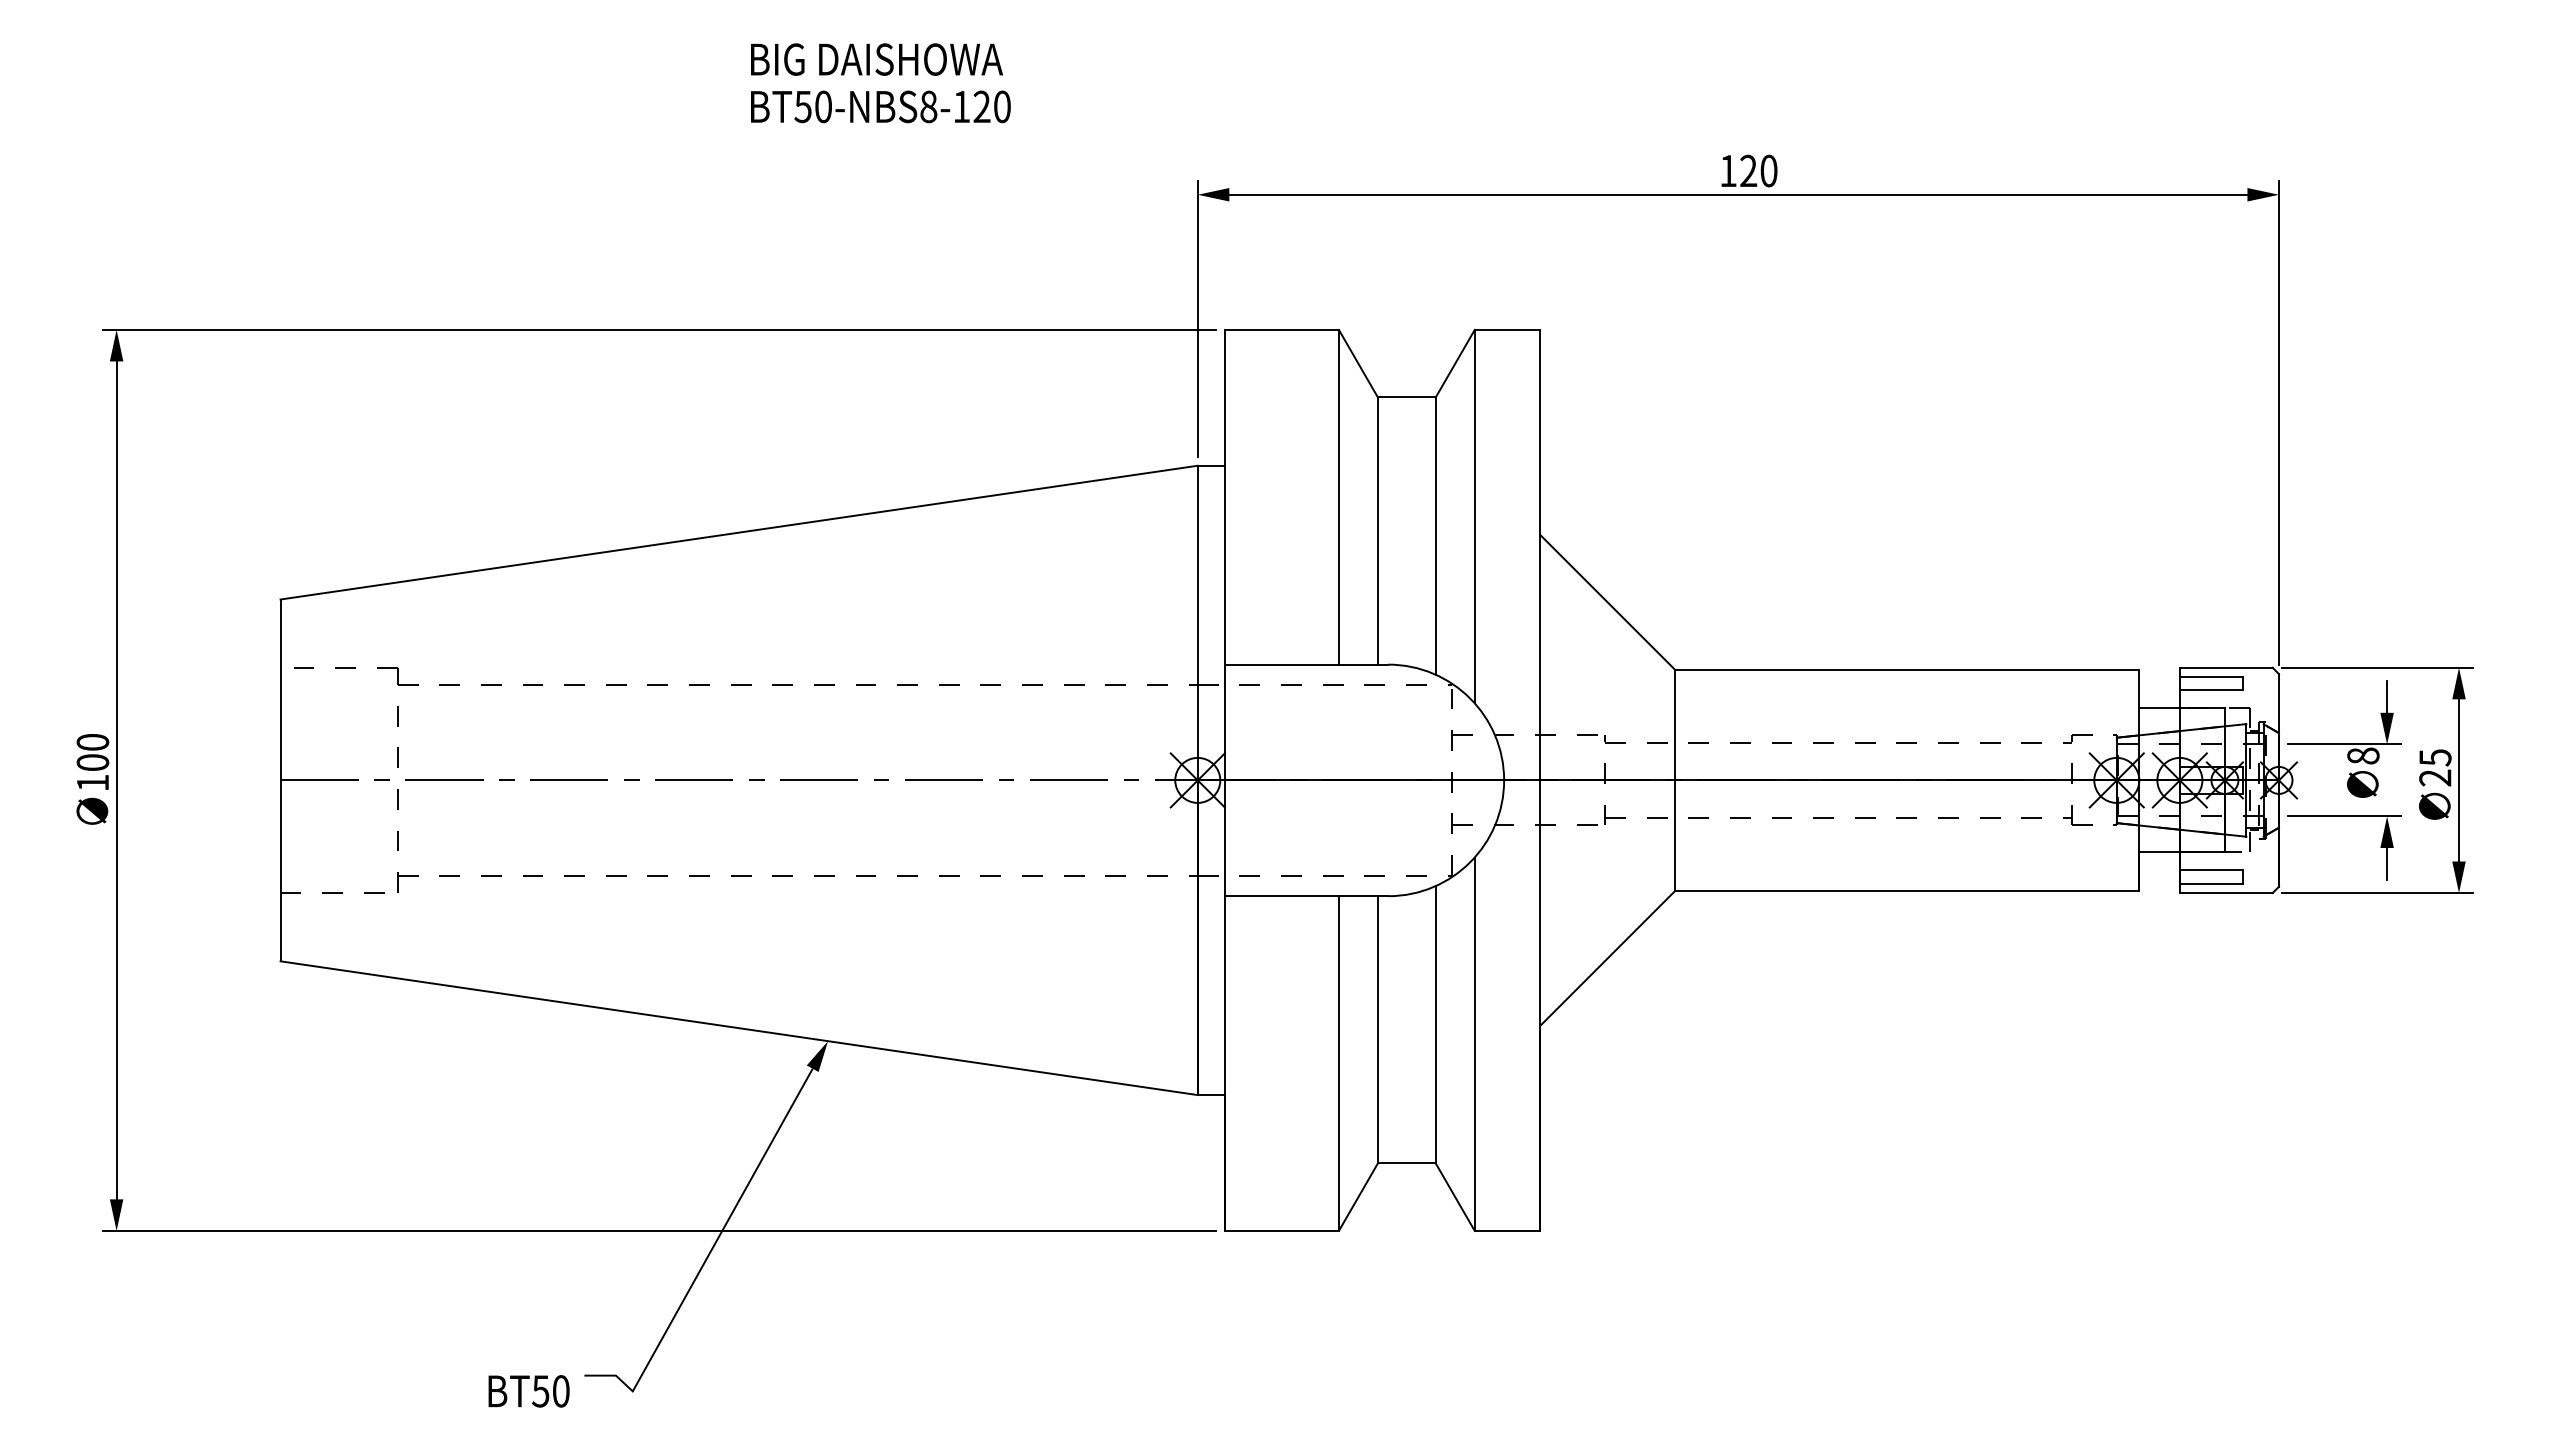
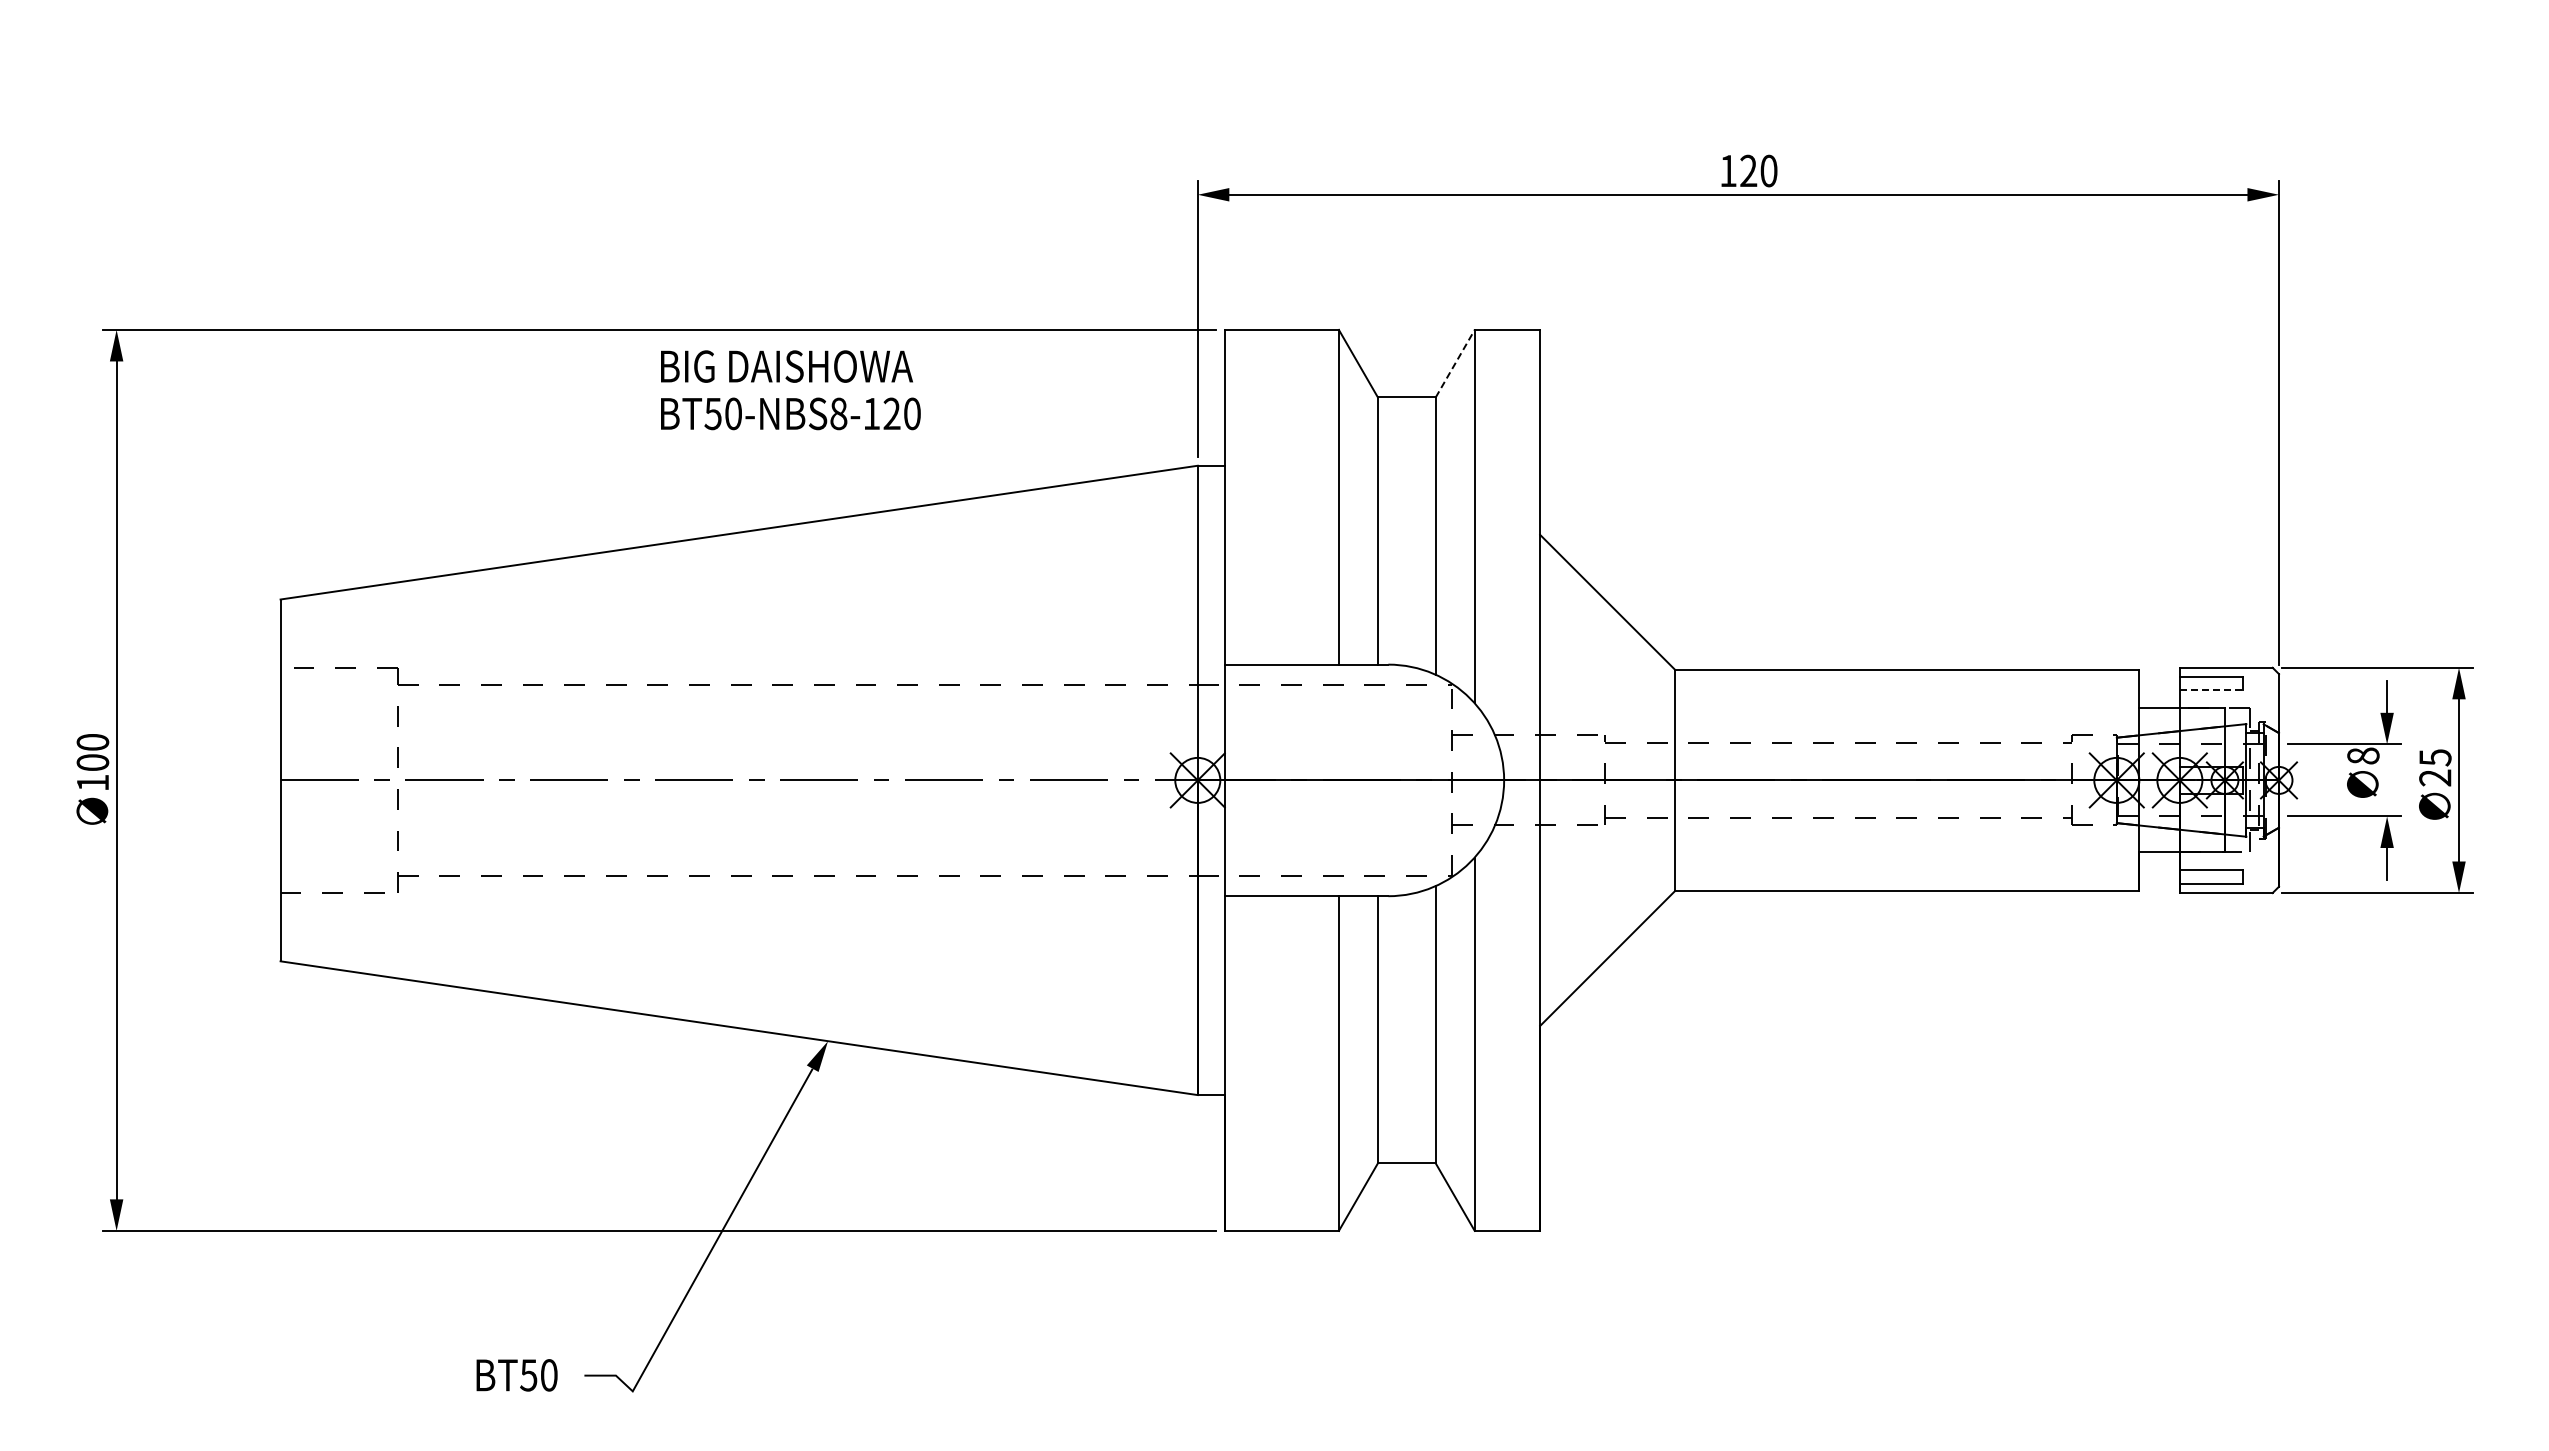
text at (880, 83) position: (880, 83) -> (790, 390)
line at (1455, 363): solid -> dashed
line at (2211, 690): solid -> dashed
text at (528, 1391) position: (528, 1391) -> (516, 1375)
